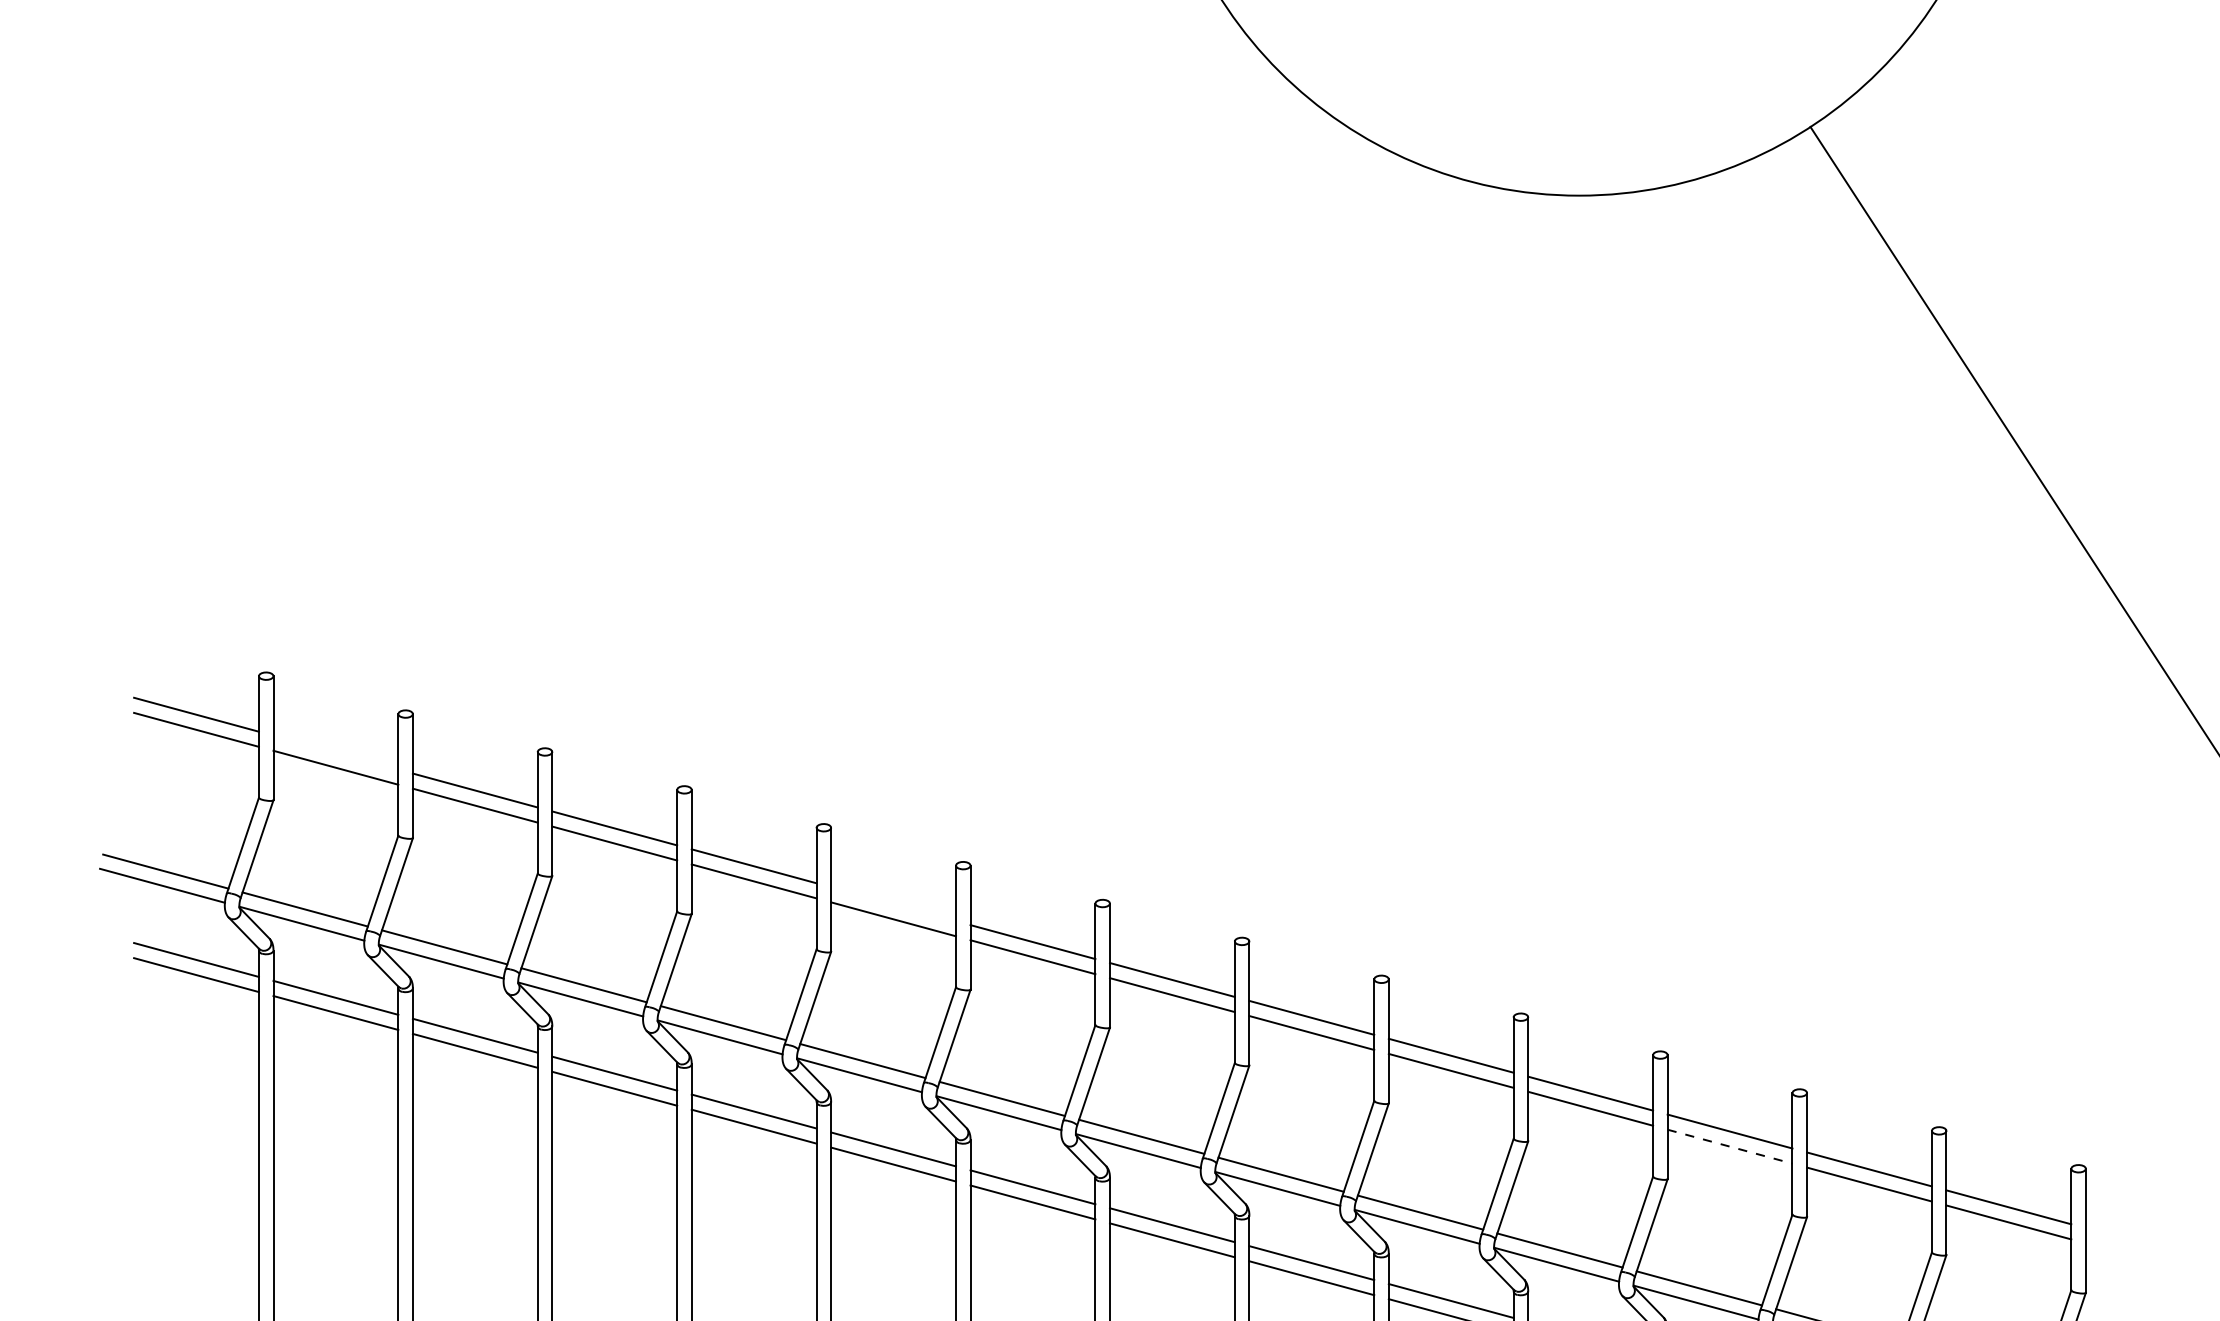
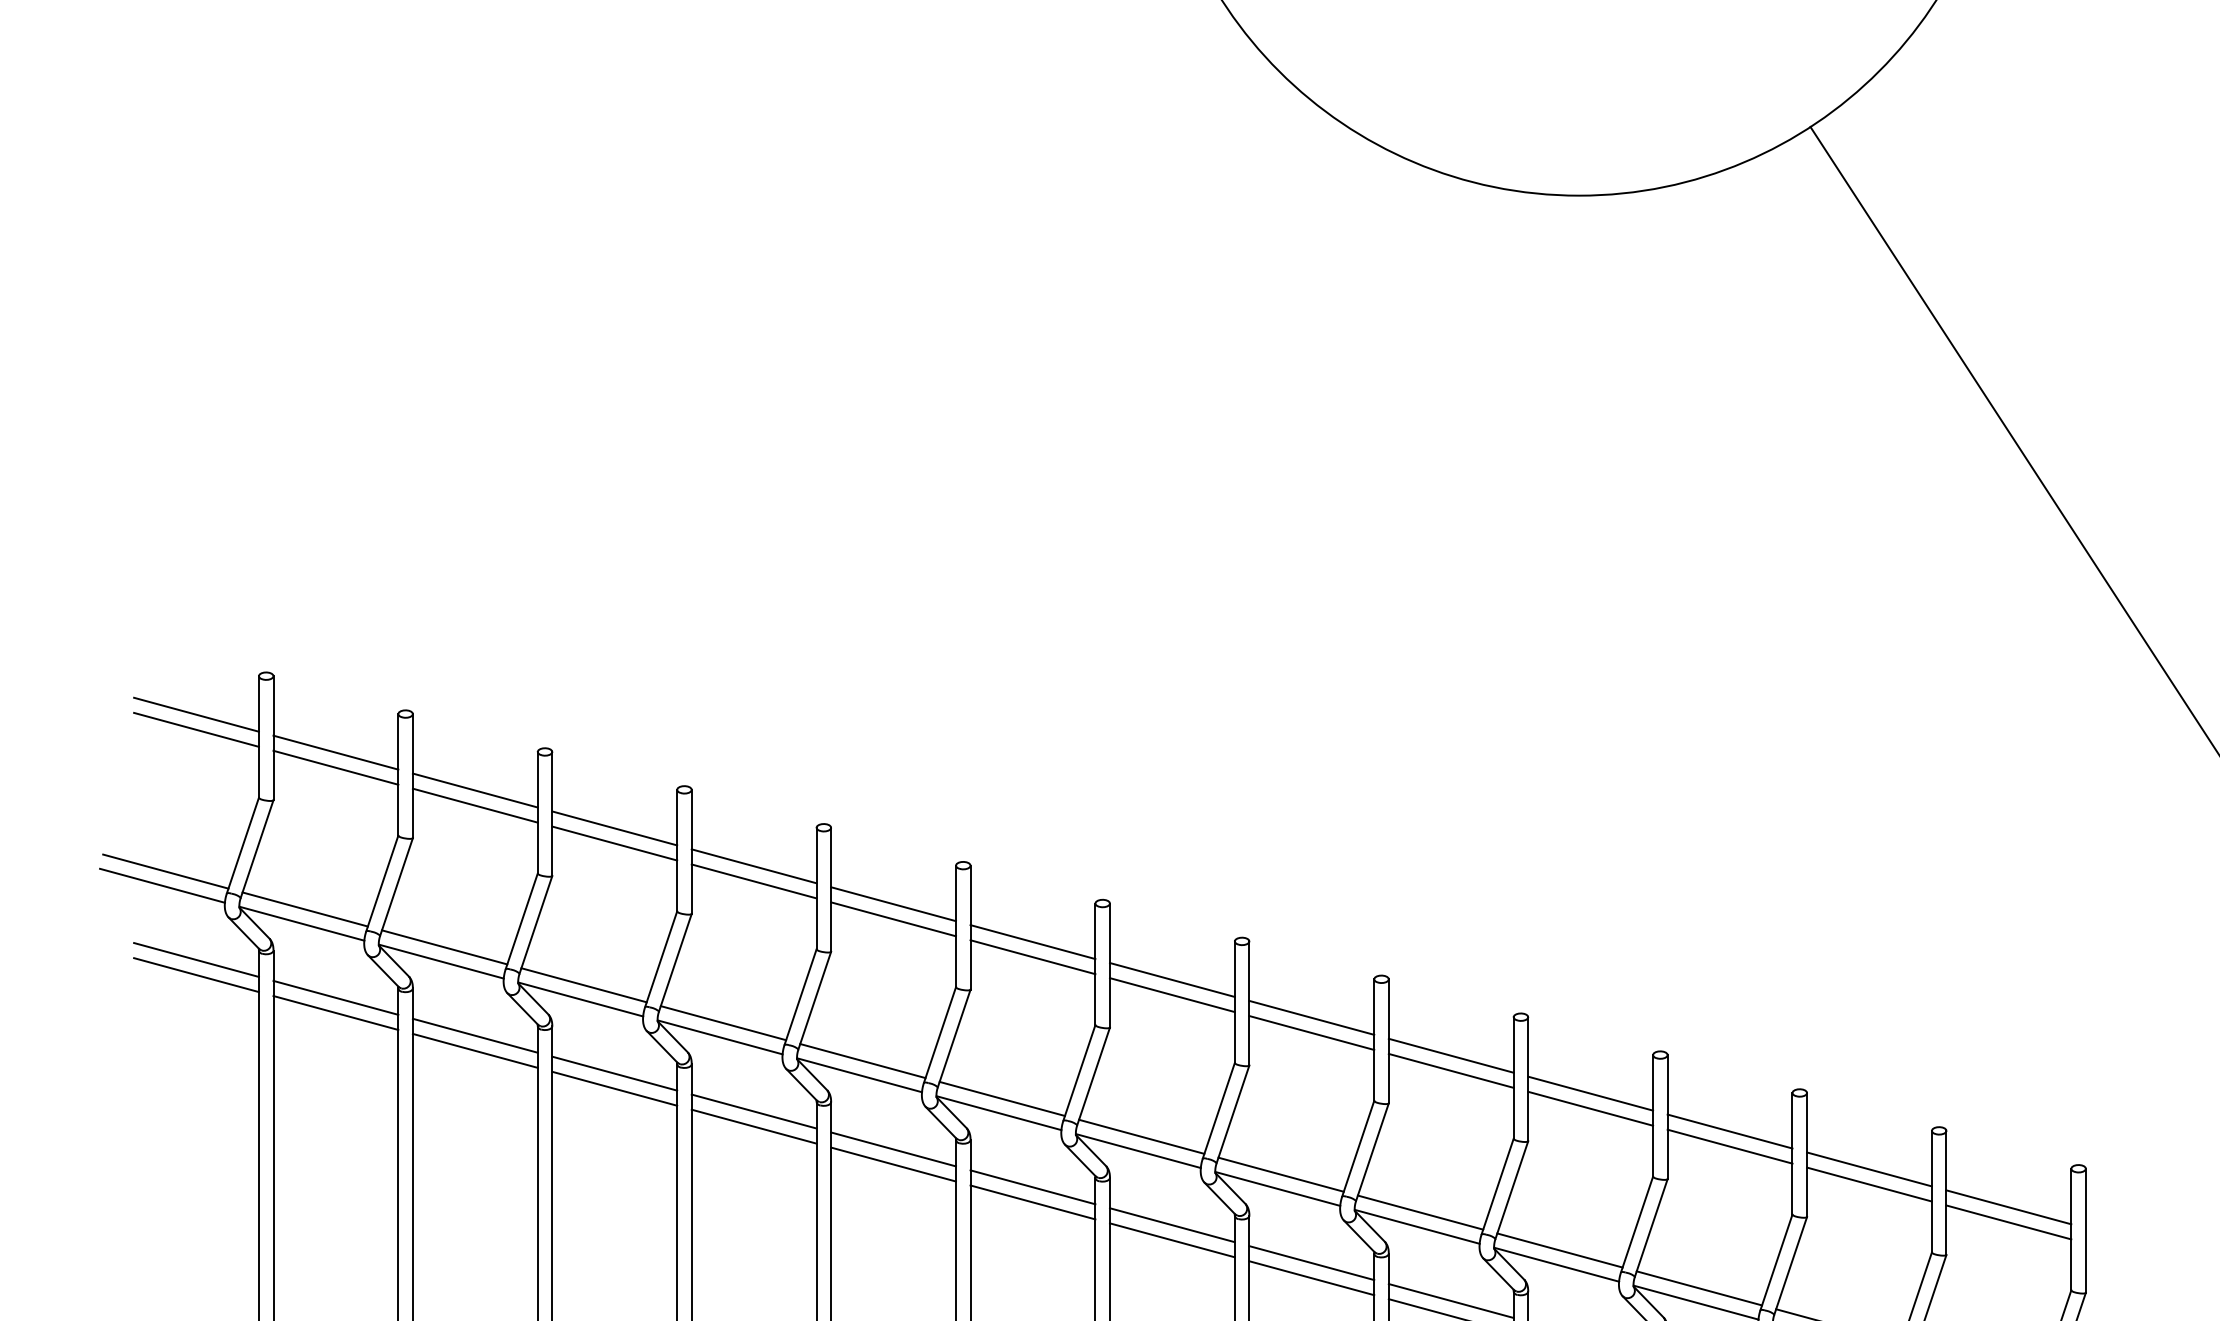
line at (335, 752): none -> present
line at (893, 904): none -> present
line at (1730, 1146): dashed -> solid
